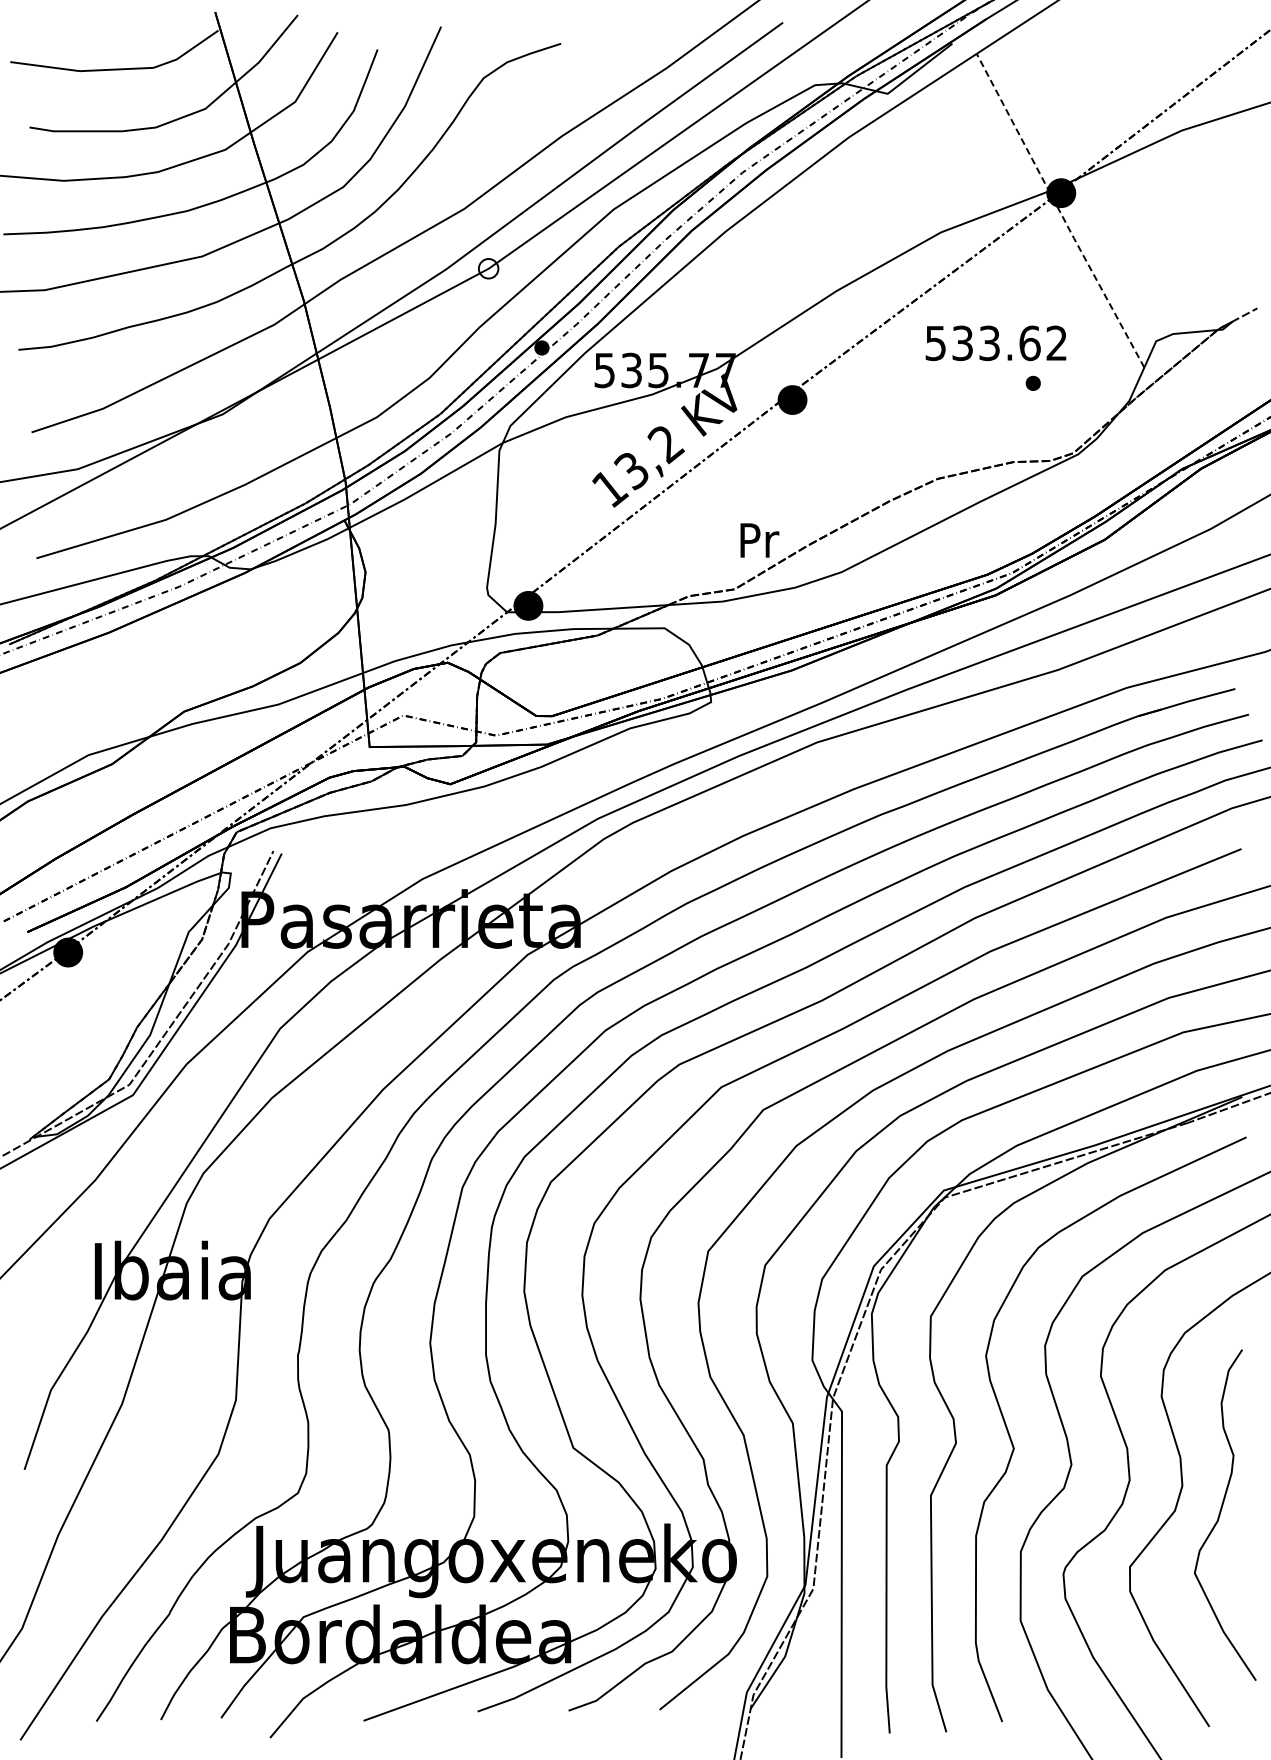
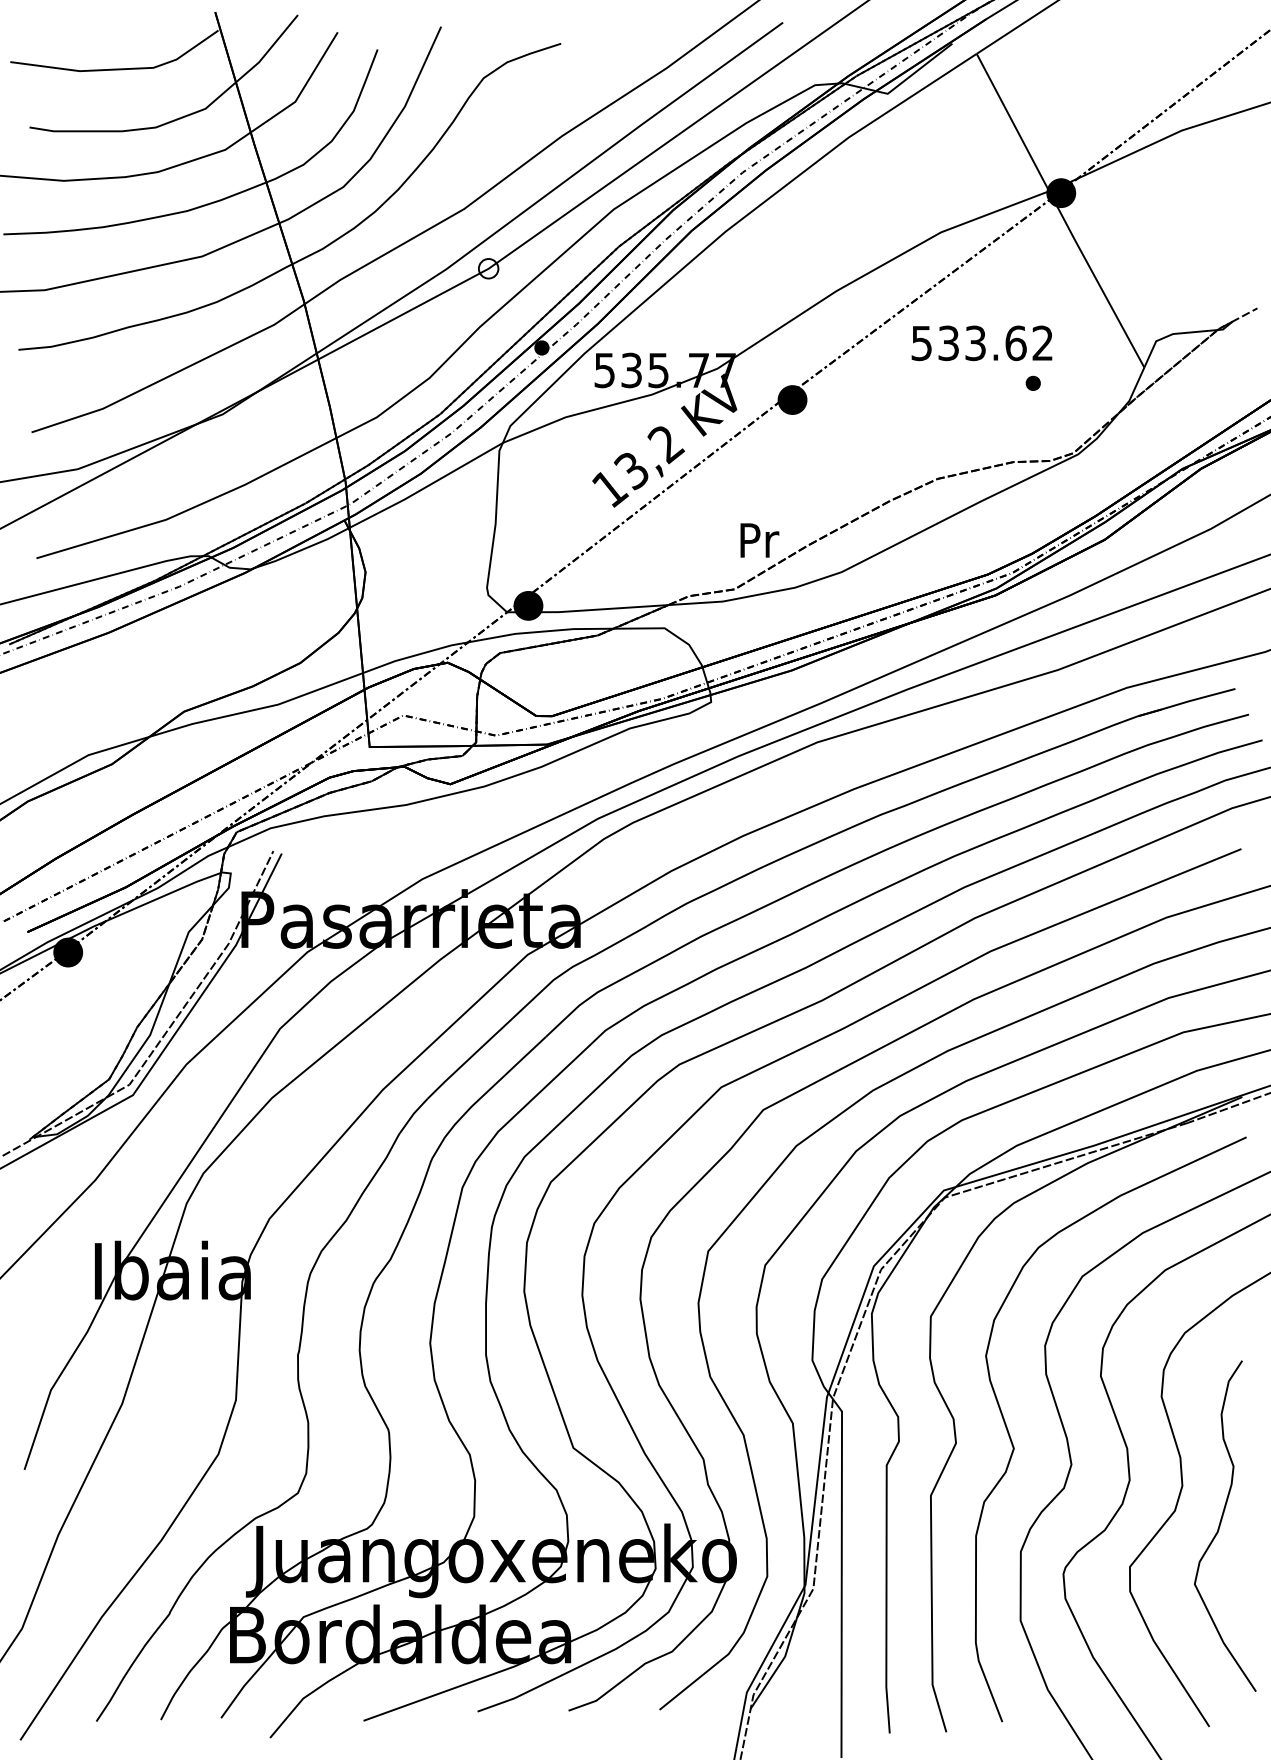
line at (1059, 211): dashed -> solid
text at (995, 343) position: (995, 343) -> (981, 343)
curve at (1221, 1512) position: (1221, 1512) -> (1221, 1523)
